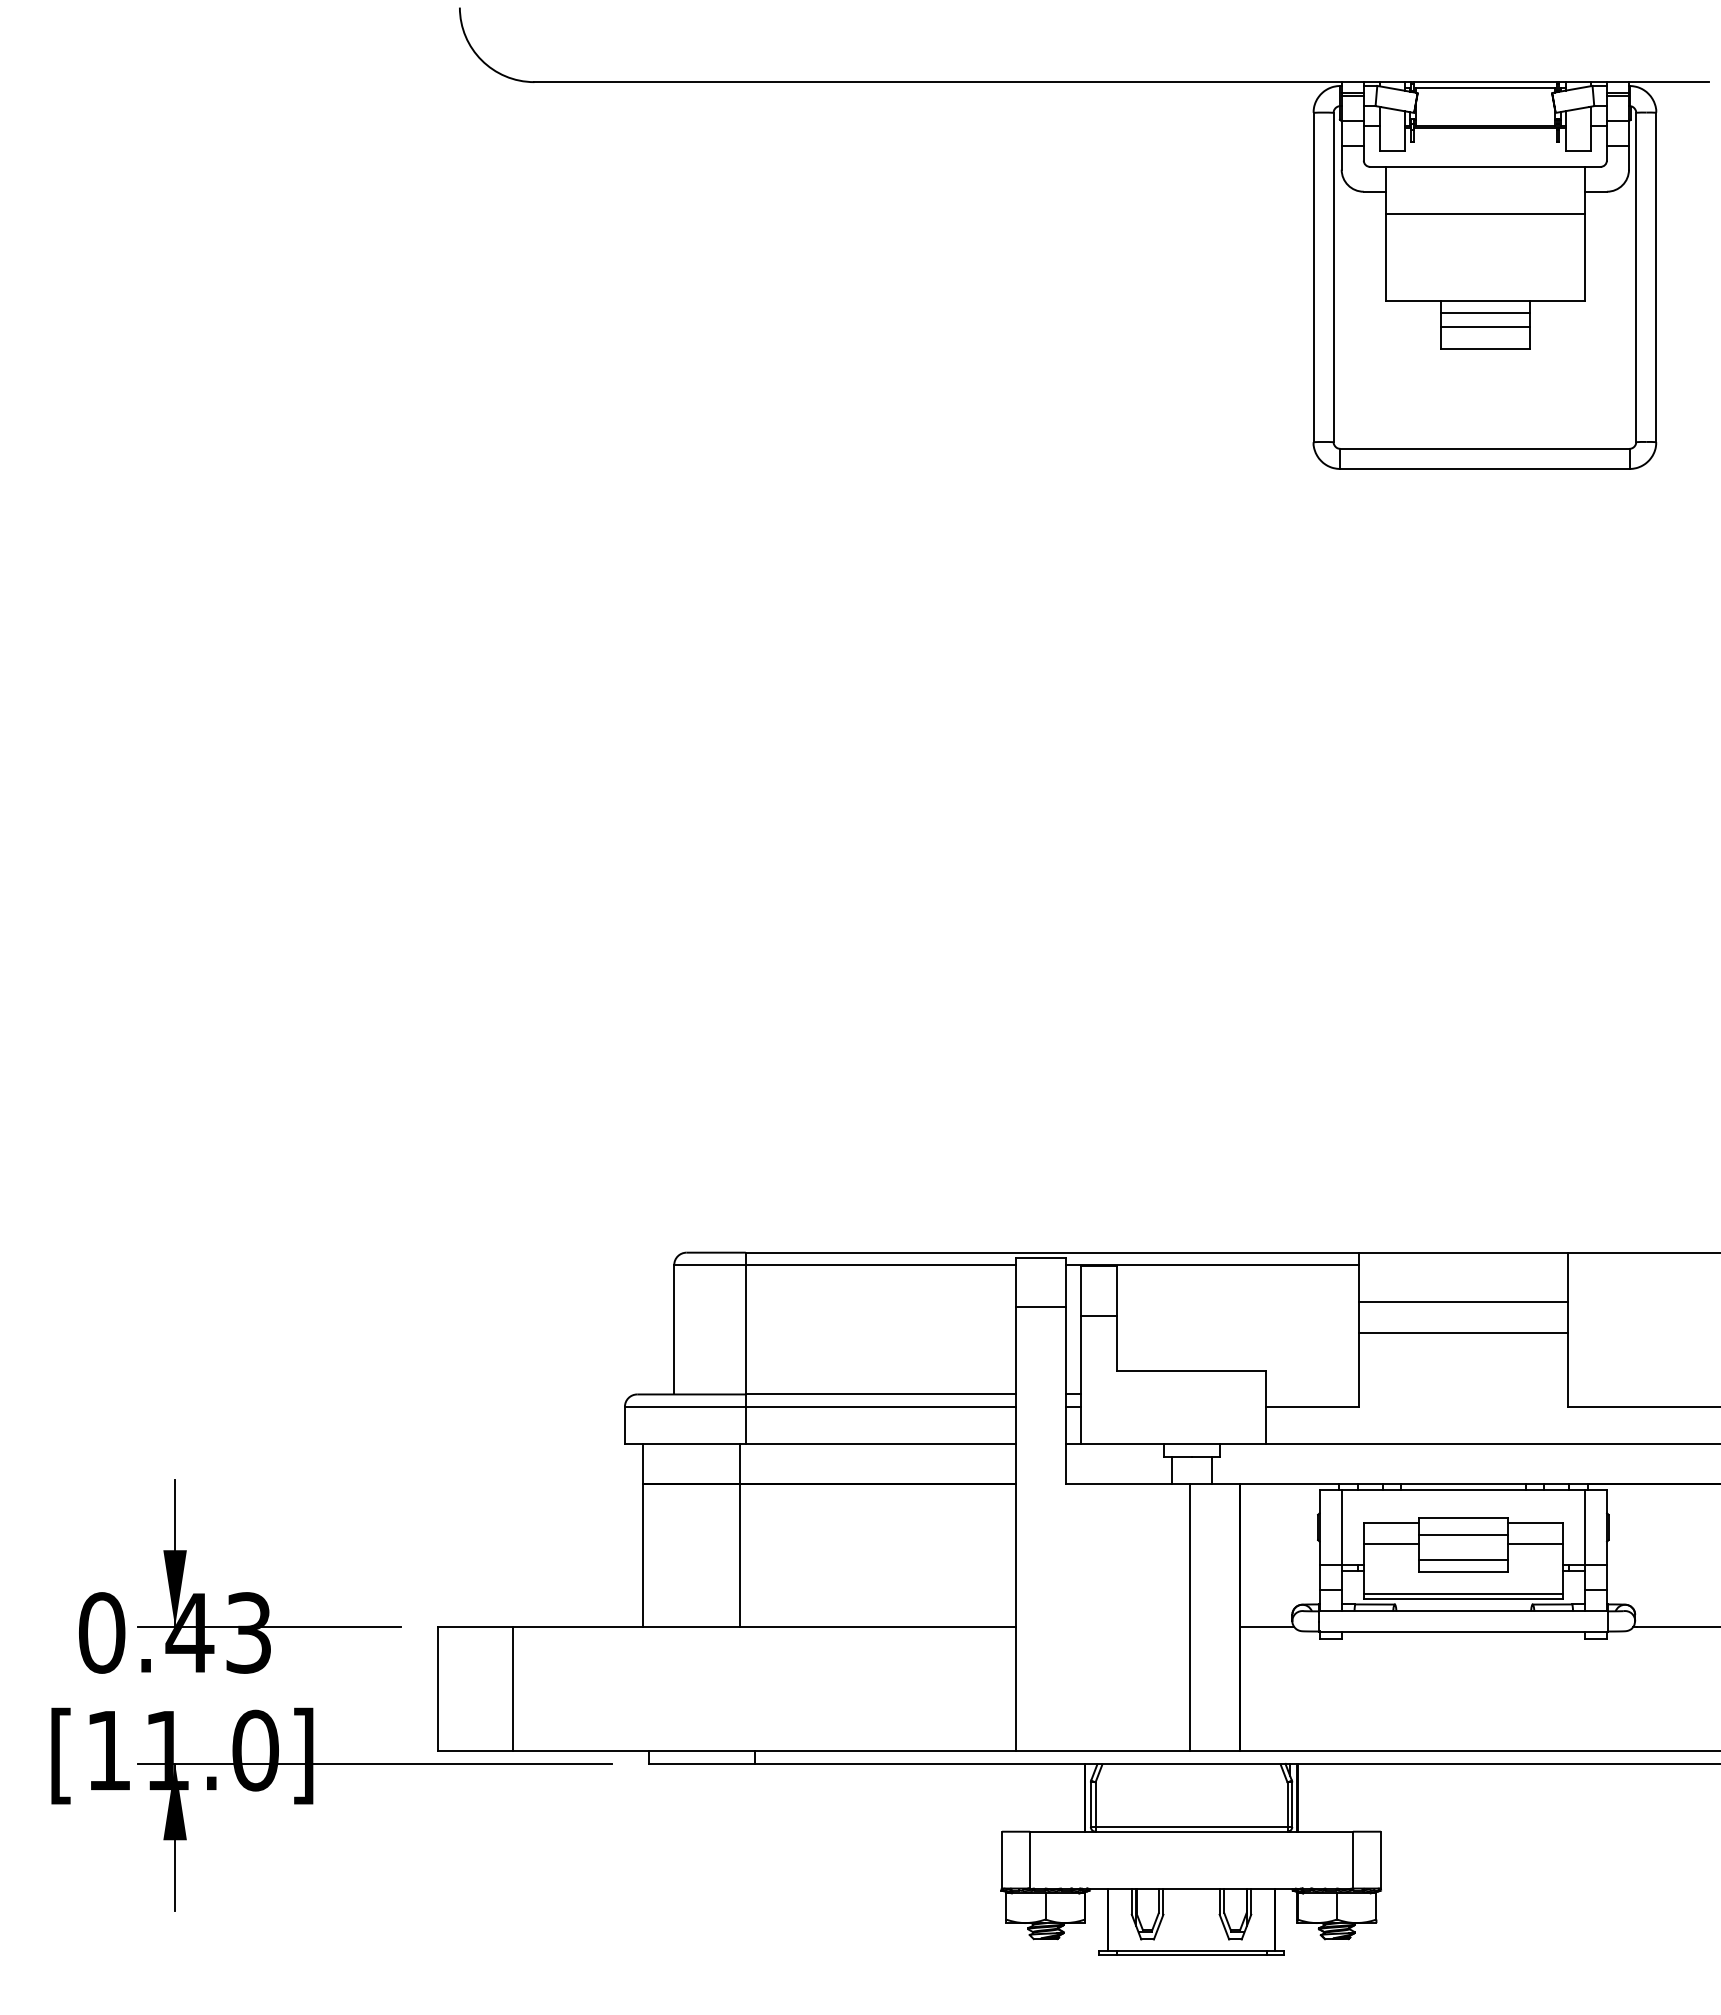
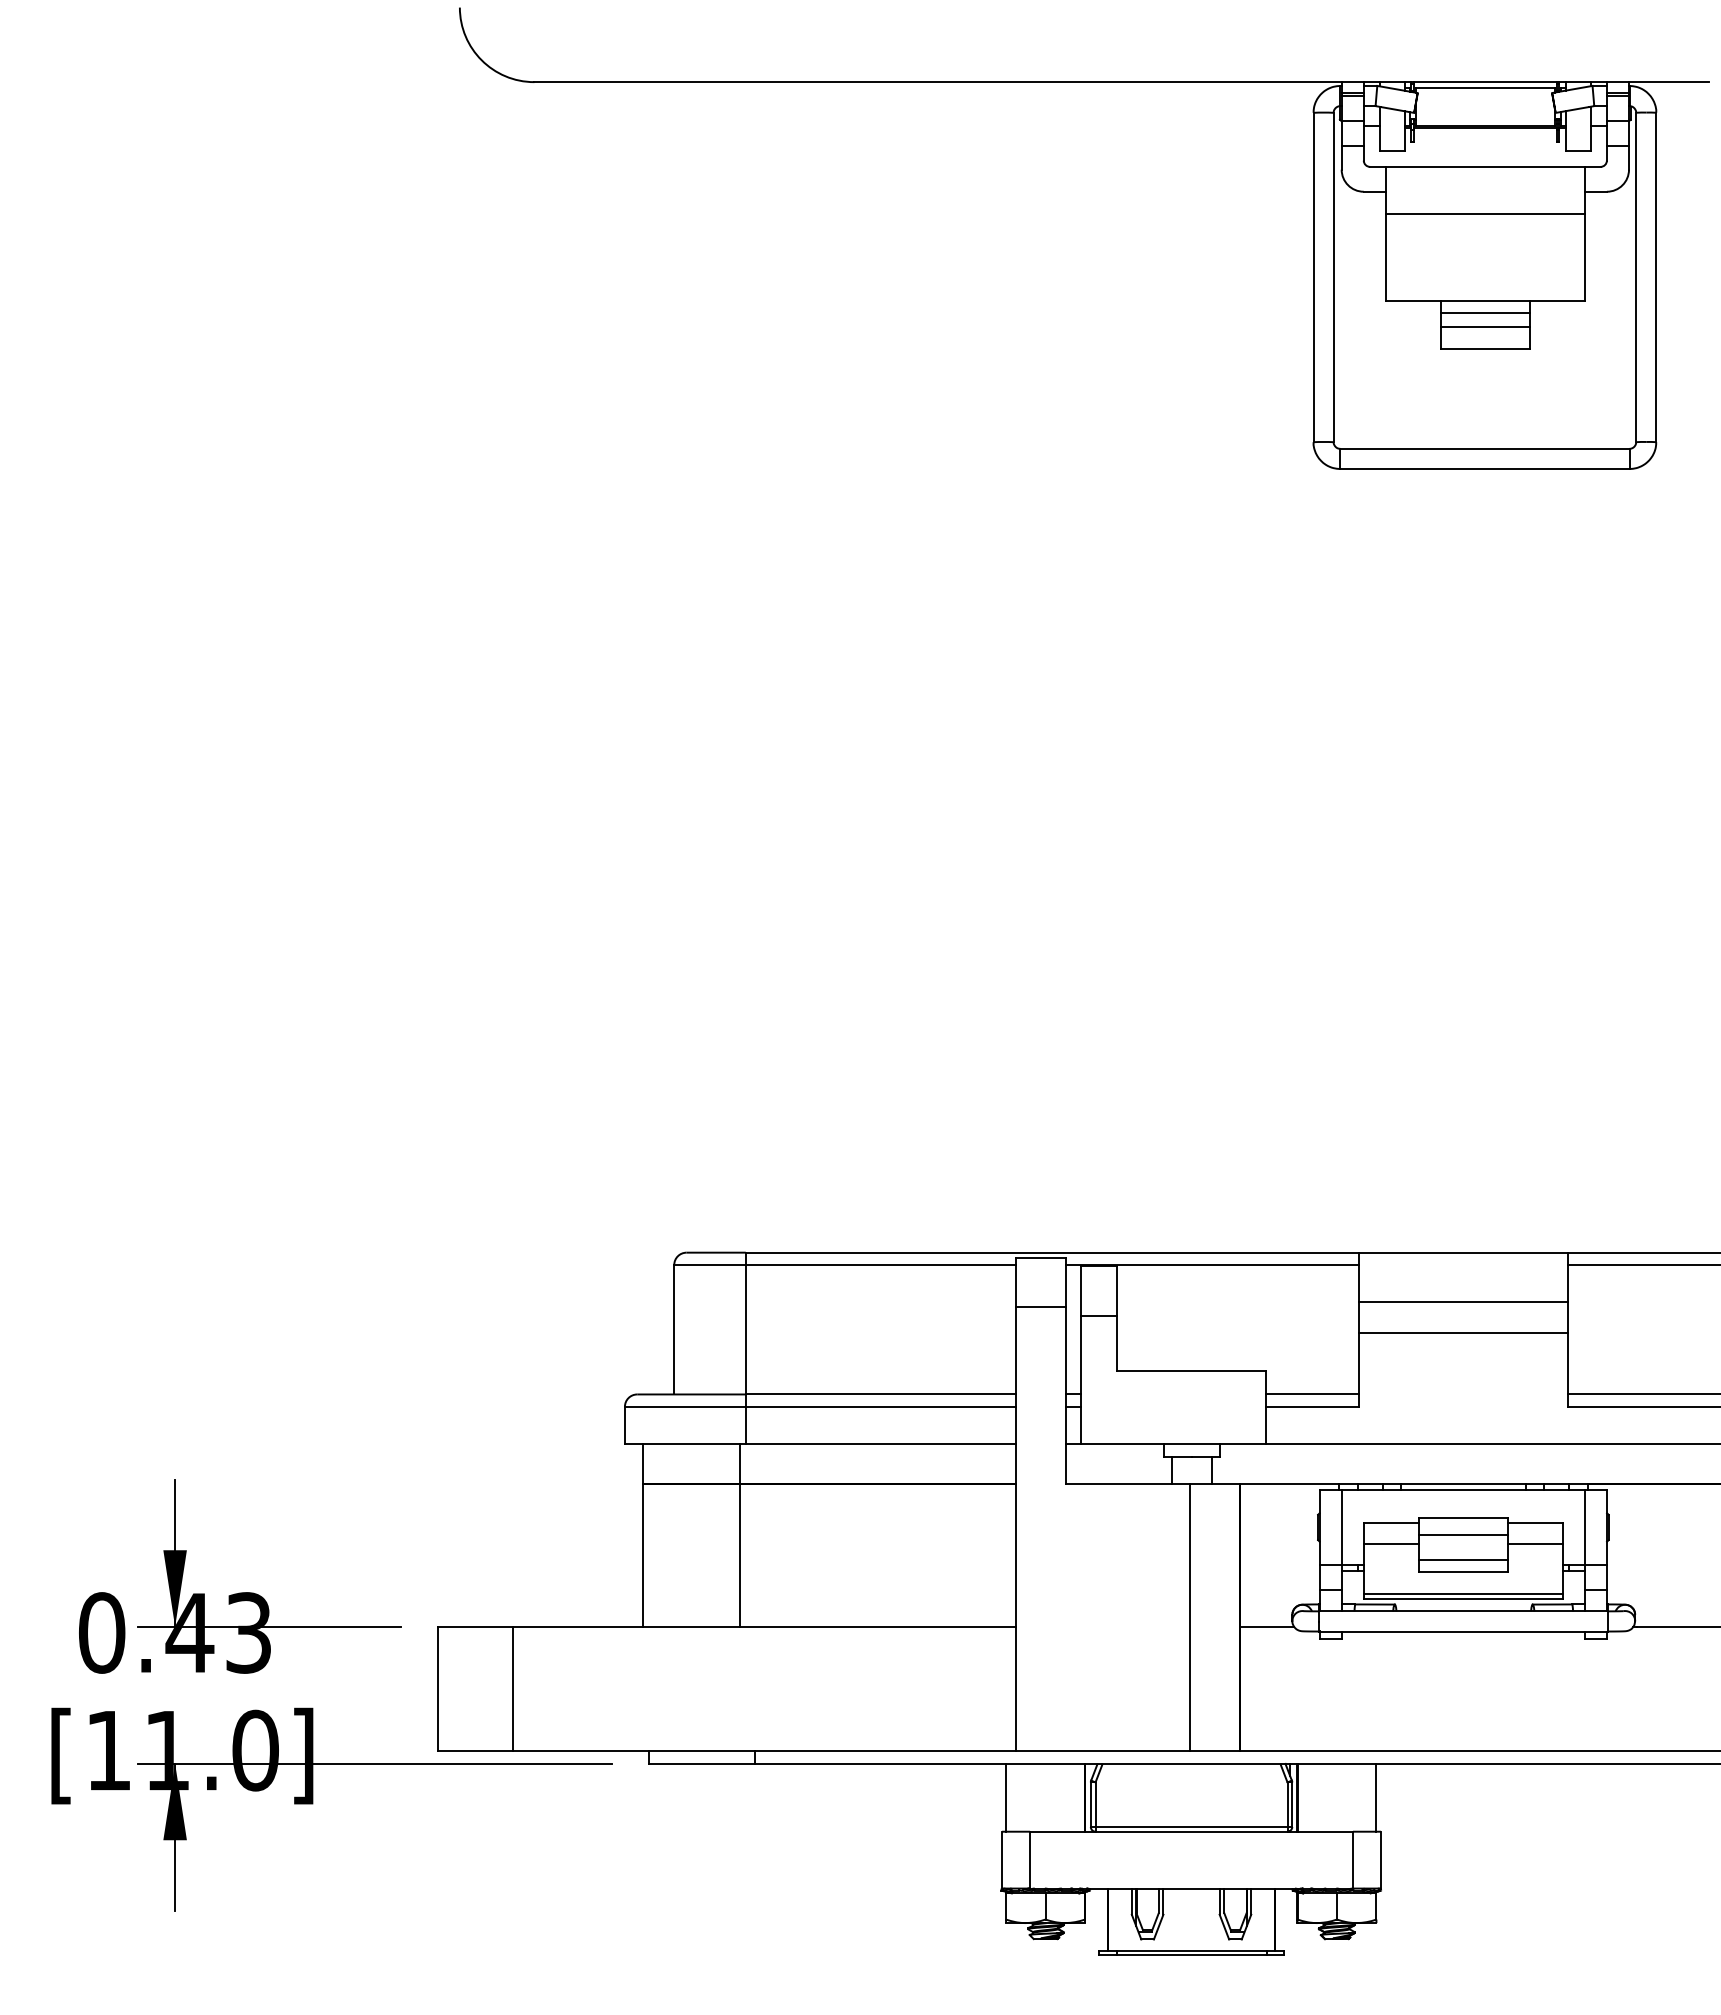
line at (1642, 1265): none -> present
line at (1312, 1394): none -> present
line at (1642, 1394): none -> present
line at (1006, 1797): none -> present
line at (1376, 1797): none -> present
